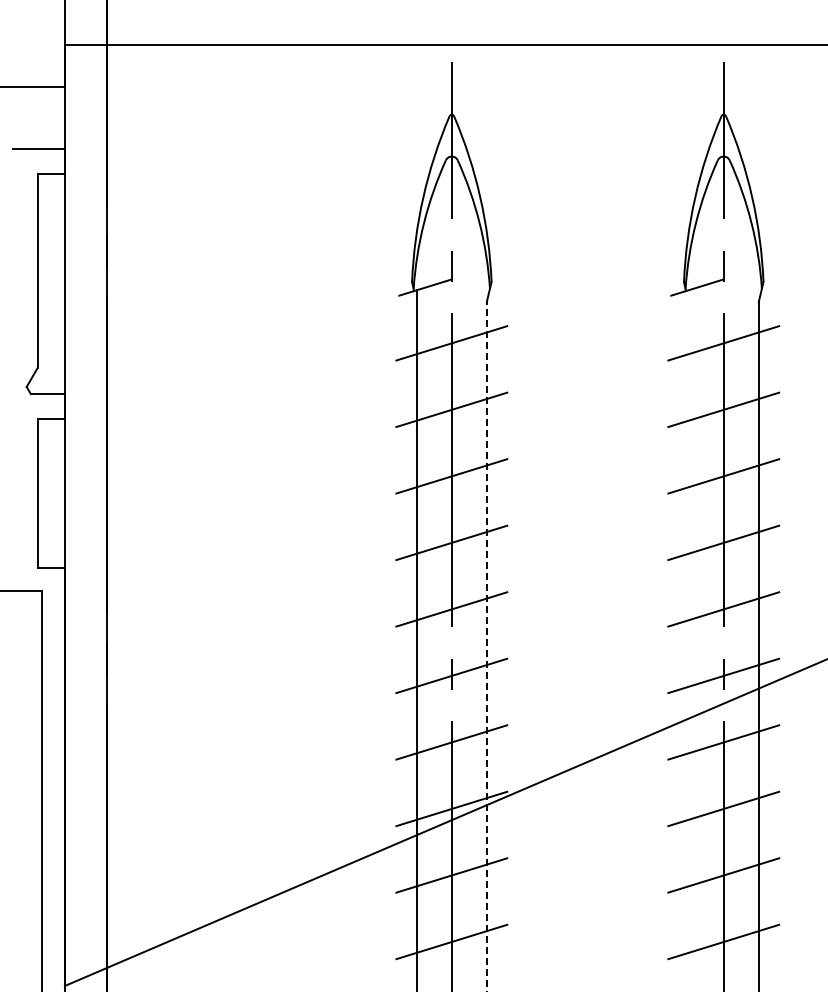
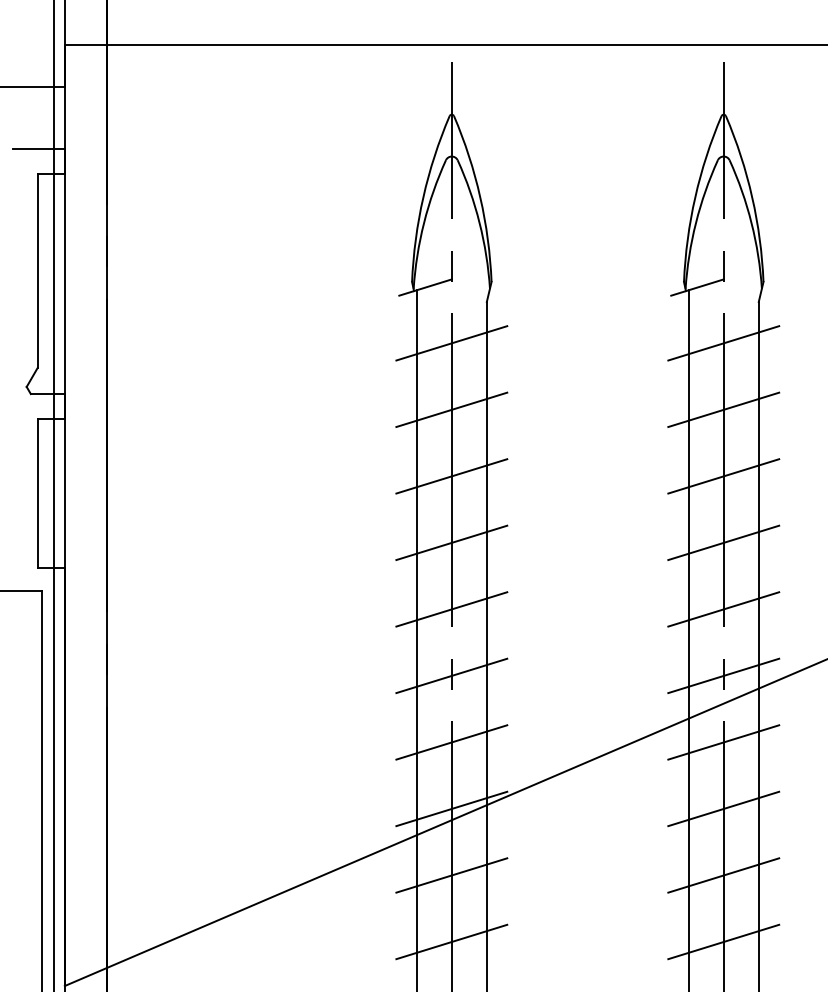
line at (54, 495): none -> present
line at (688, 639): none -> present
line at (486, 646): dashed -> solid
